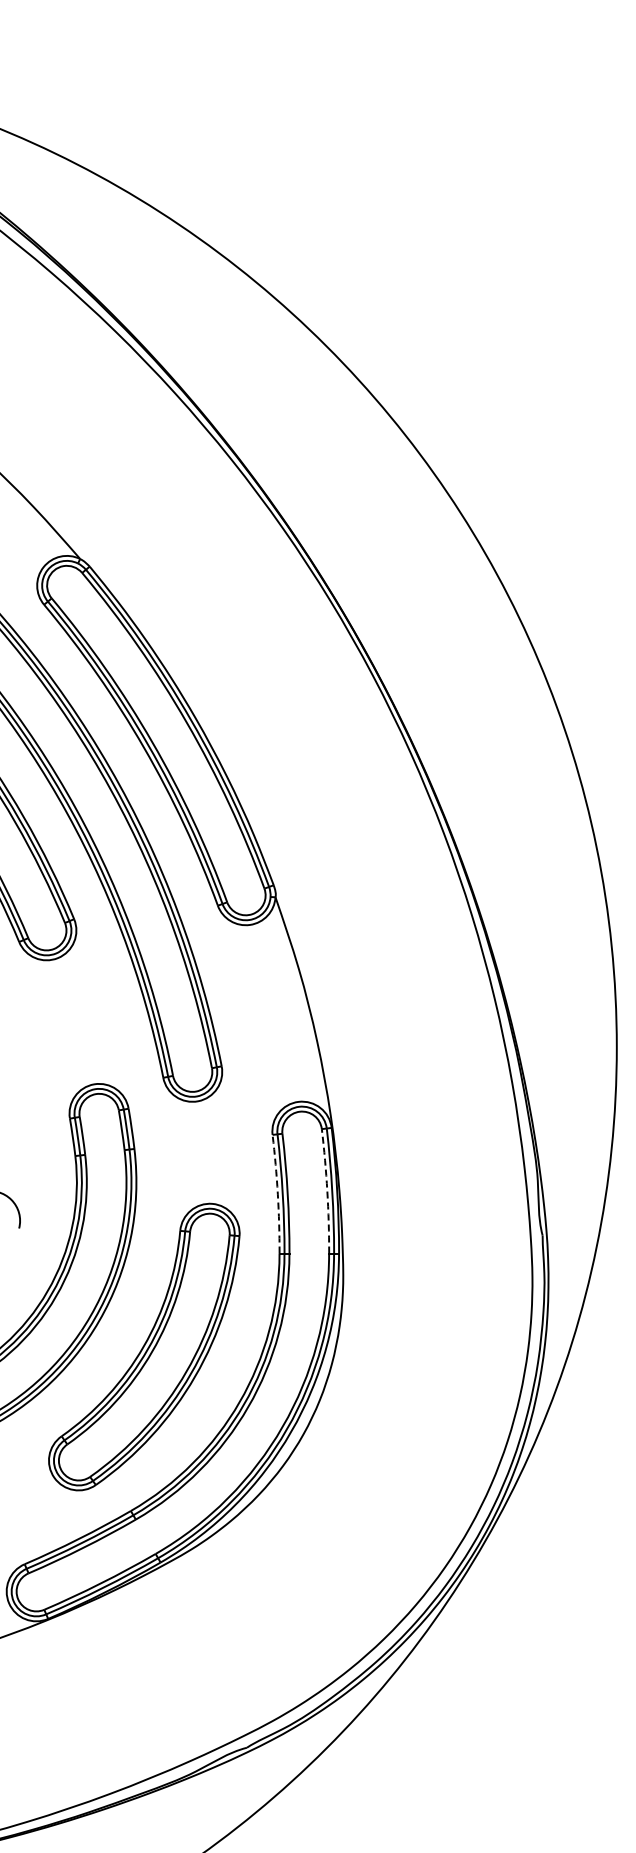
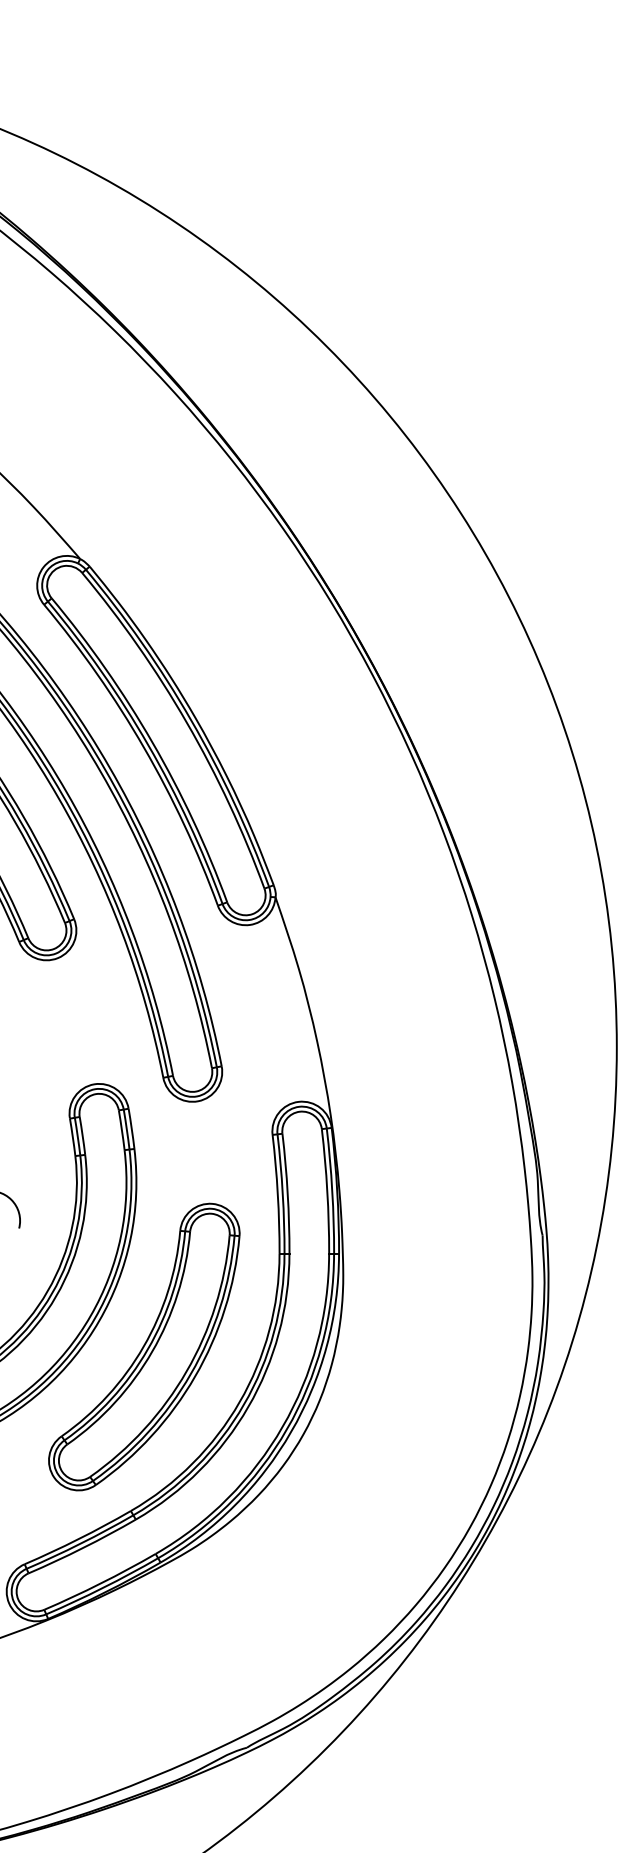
arc at (327, 1191): dashed -> solid
arc at (277, 1194): dashed -> solid
